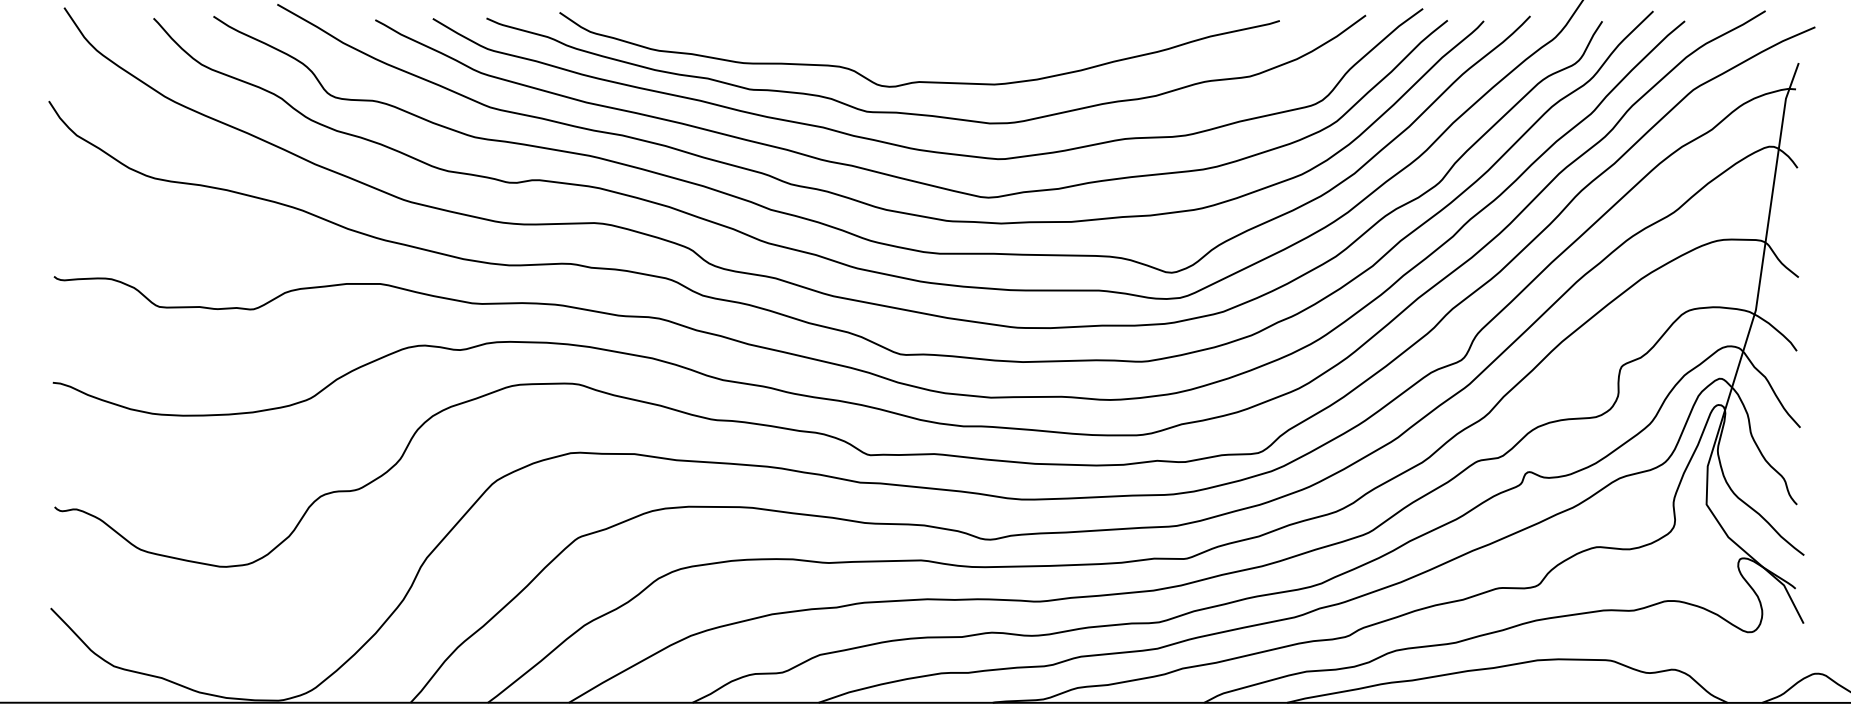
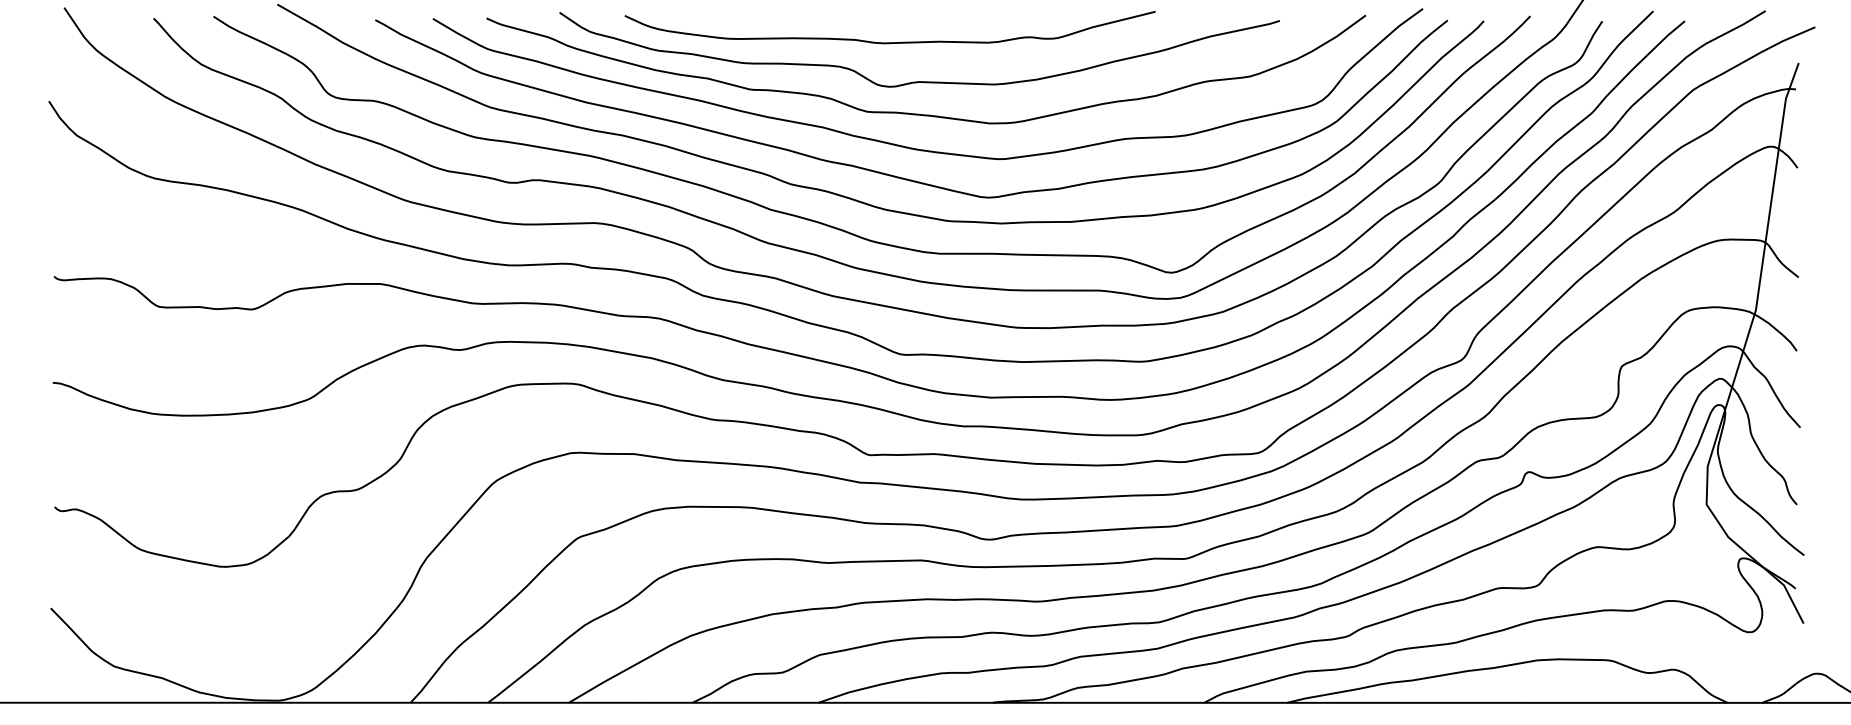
curve at (889, 42): none -> present
